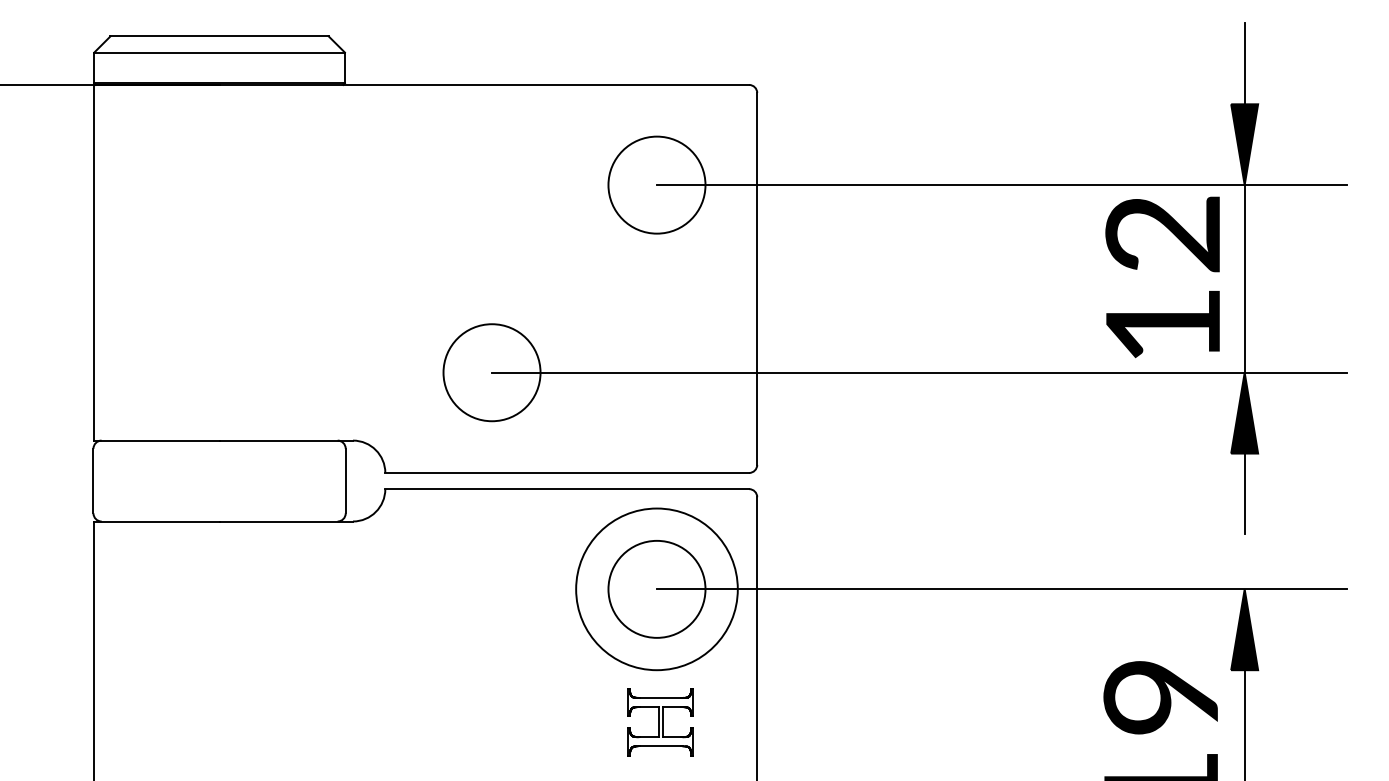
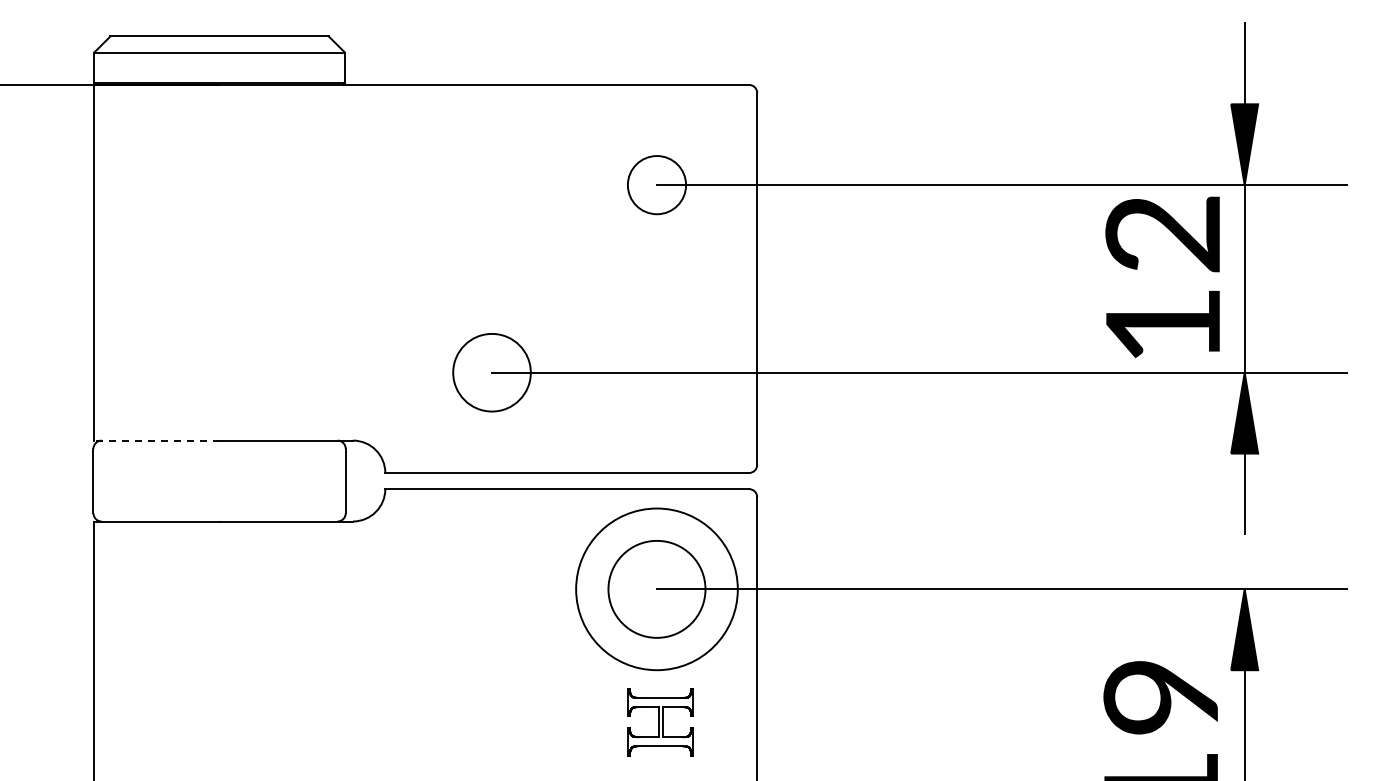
circle at (656, 184) diameter: 97 px -> 58 px
circle at (491, 372) diameter: 97 px -> 78 px
line at (156, 440): solid -> dashed
